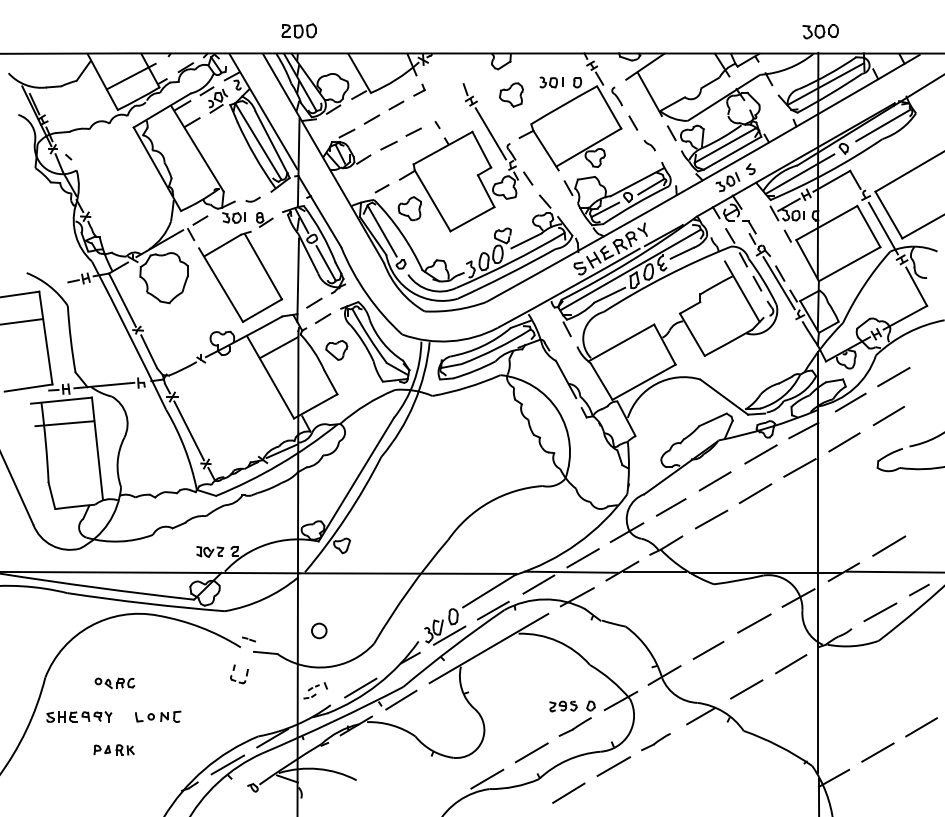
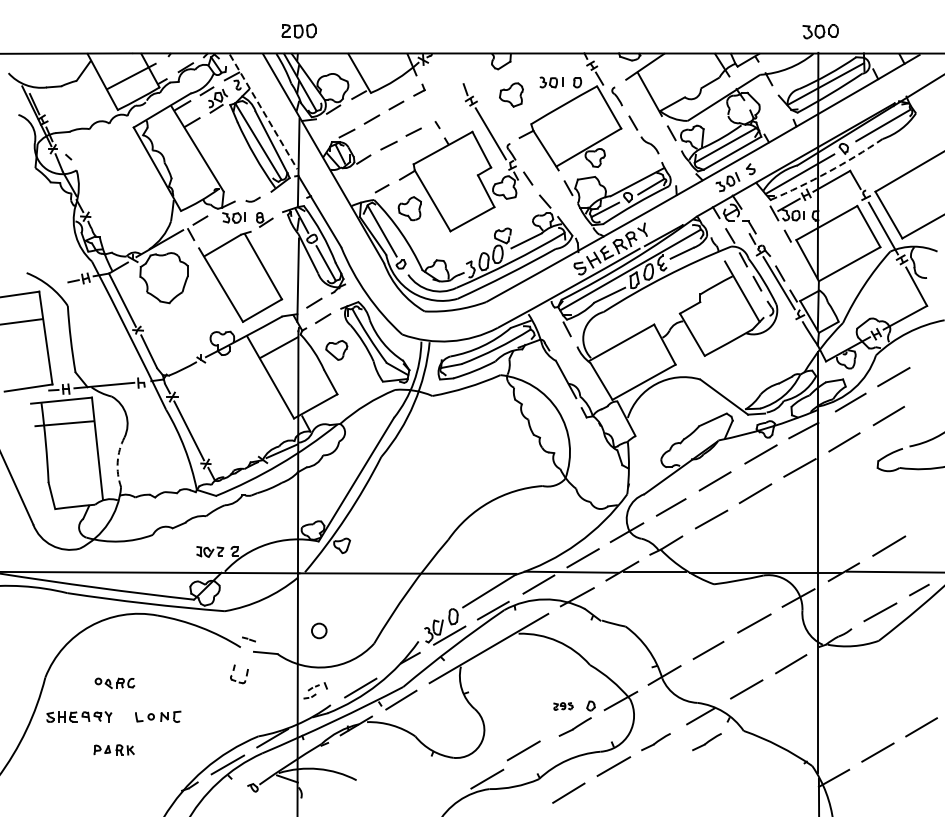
line at (263, 111): solid -> dashed
part at (649, 145) size: 13x12 px -> 20x19 px
arc at (828, 172): solid -> dashed
arc at (117, 462): solid -> dashed
part at (563, 706) size: 29x13 px -> 21x9 px
part at (706, 742): none -> present
line at (531, 752) position: (531, 752) -> (523, 750)
